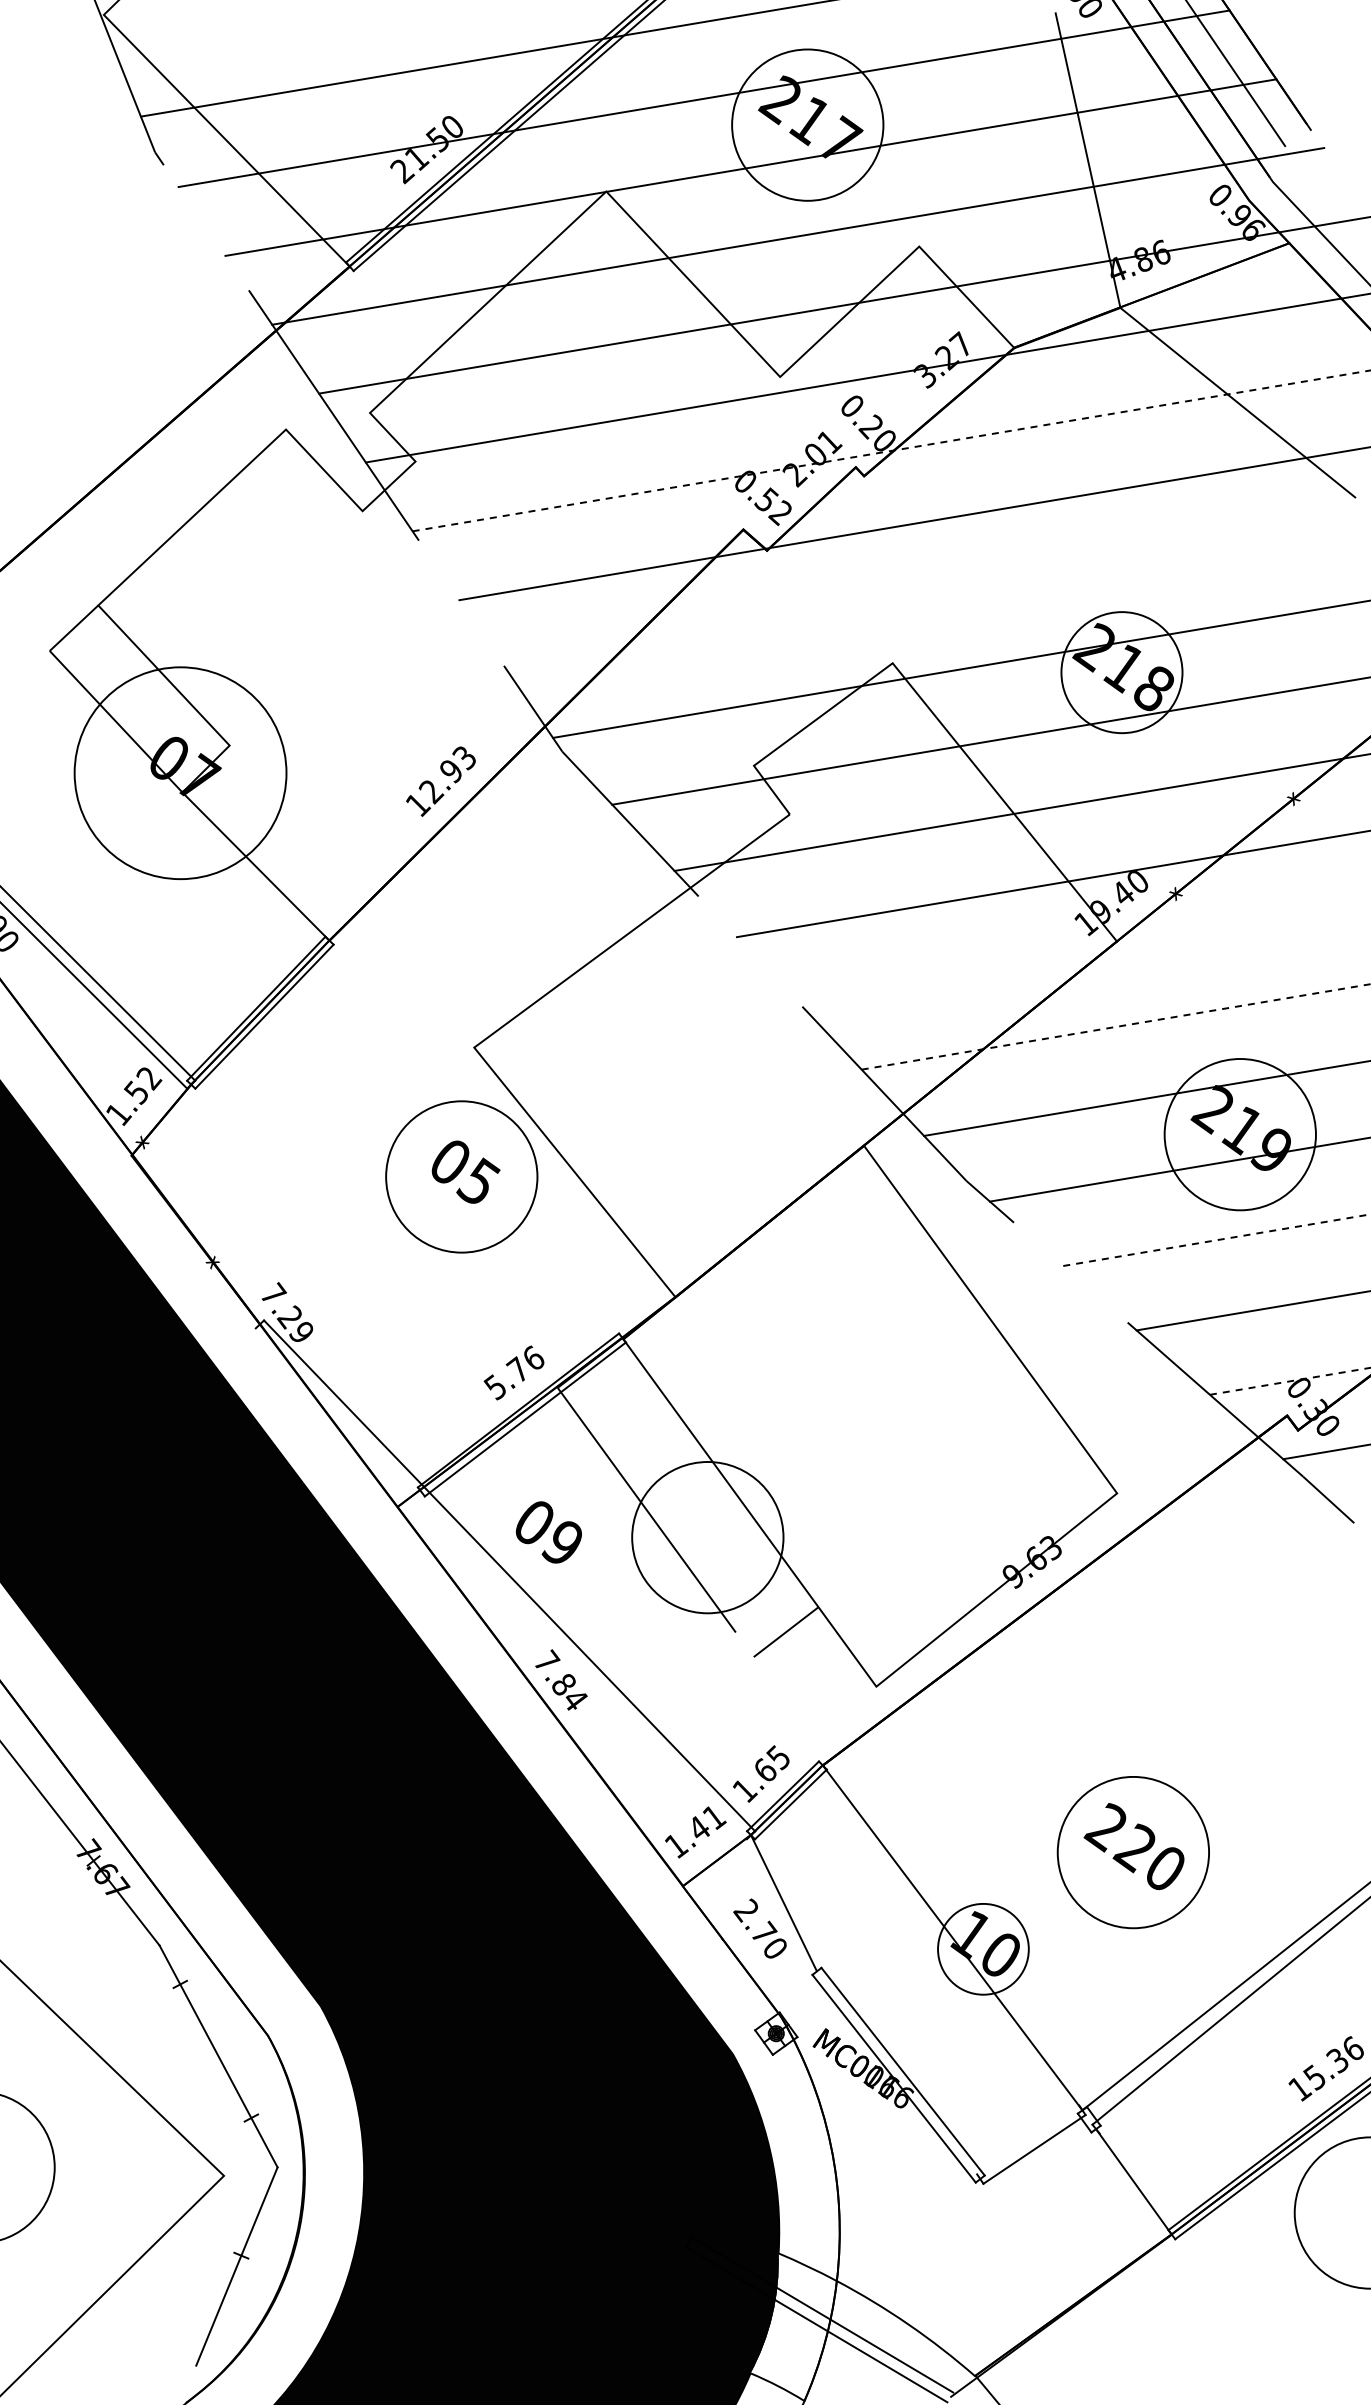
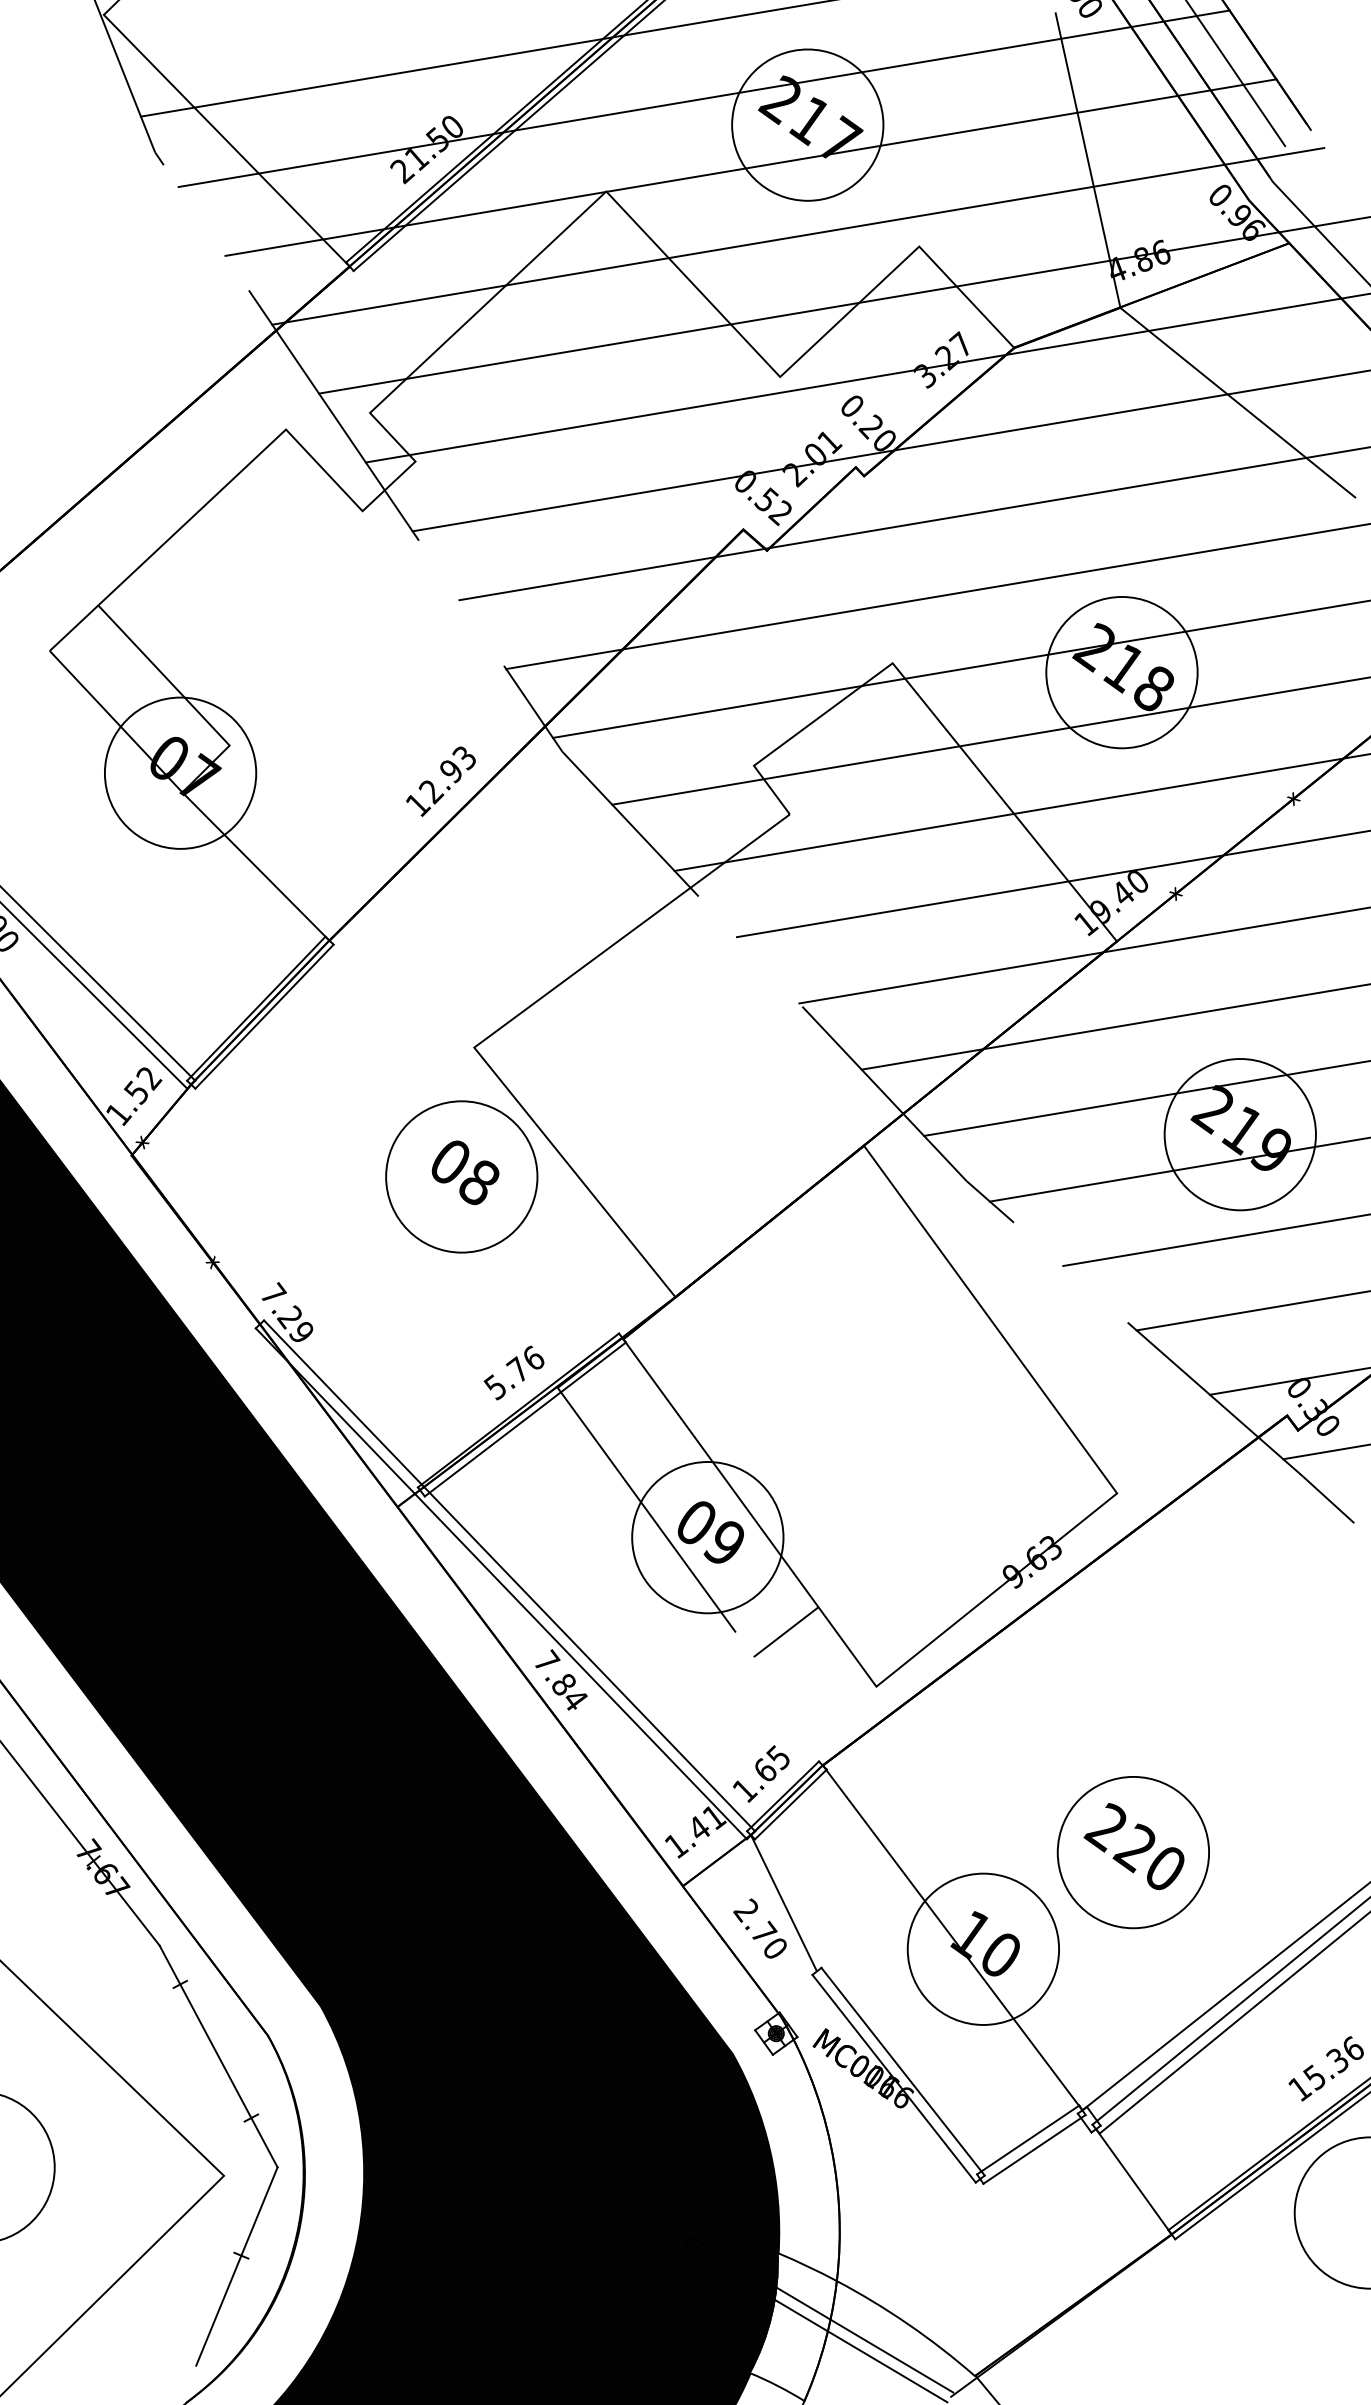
line at (891, 450): dashed -> solid
line at (936, 596): none -> present
circle at (1121, 672) diameter: 121 px -> 151 px
circle at (180, 773) diameter: 212 px -> 151 px
line at (1083, 955): none -> present
line at (1116, 1026): dashed -> solid
text at (478, 1181): 05 -> 08
line at (1217, 1240): dashed -> solid
line at (1290, 1381): dashed -> solid
text at (548, 1532) position: (548, 1532) -> (710, 1532)
line at (500, 1583): none -> present
circle at (983, 1948) diameter: 91 px -> 151 px
line at (1233, 2023): none -> present
line at (1028, 2139): none -> present
